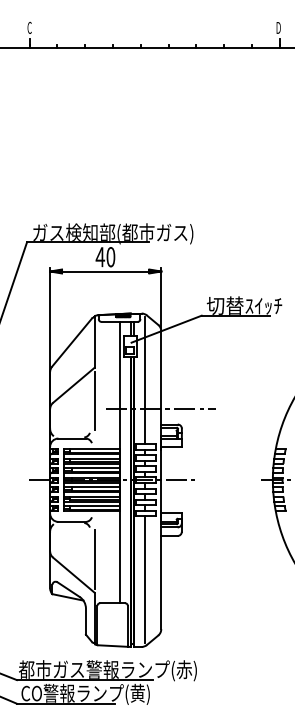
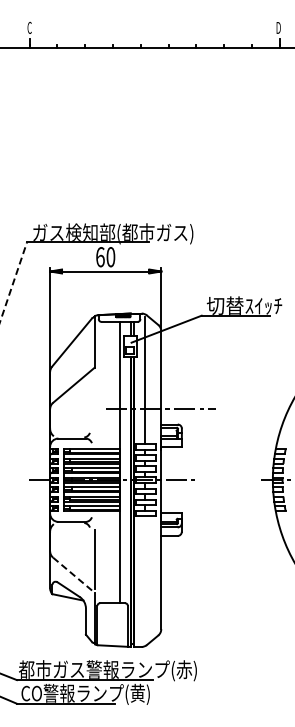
text at (100, 257): 40 -> 60
line at (13, 282): solid -> dashed
line at (94, 400): present -> none
line at (74, 575): solid -> dashed
line at (144, 579): present -> none
